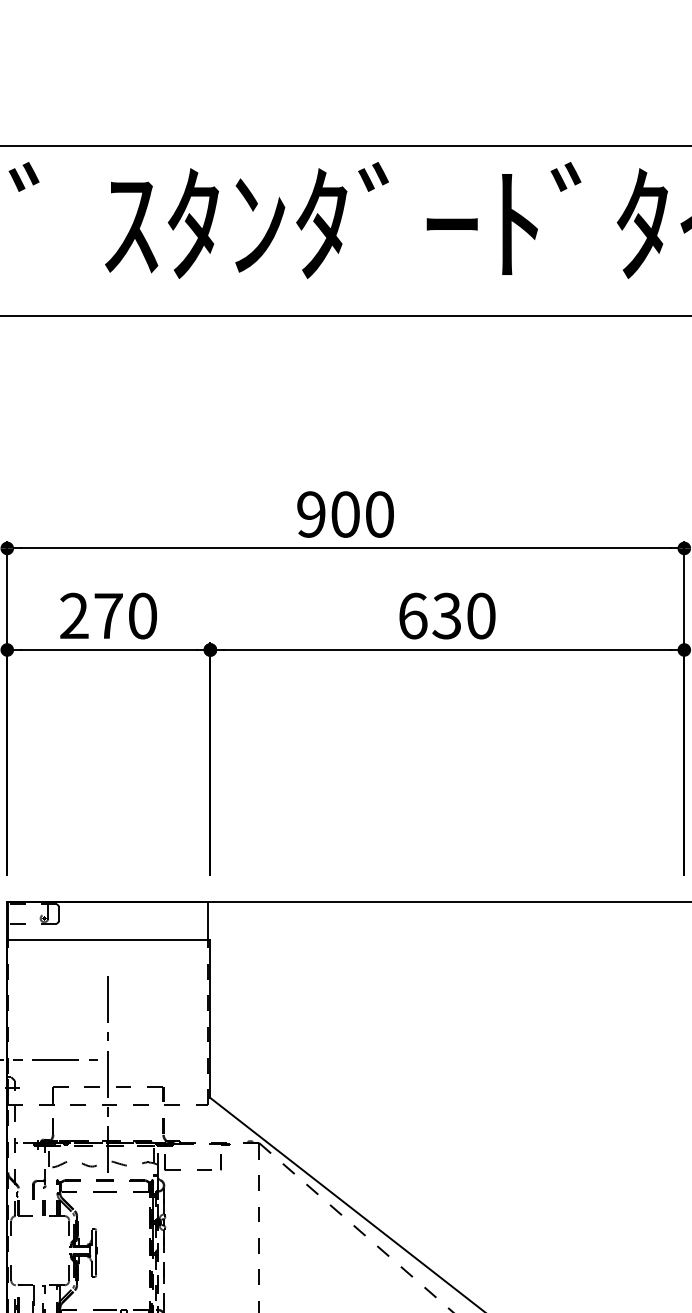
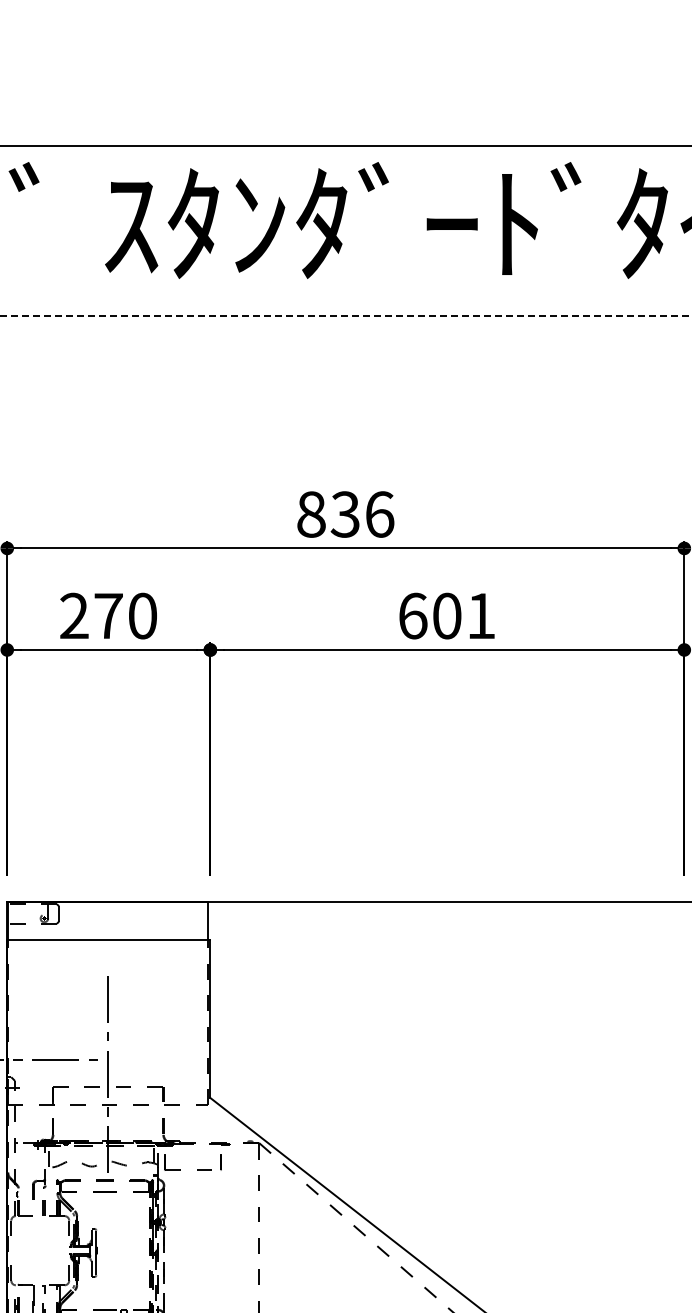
line at (346, 316): solid -> dashed
text at (345, 514): 900 -> 836
text at (463, 615): 630 -> 601
